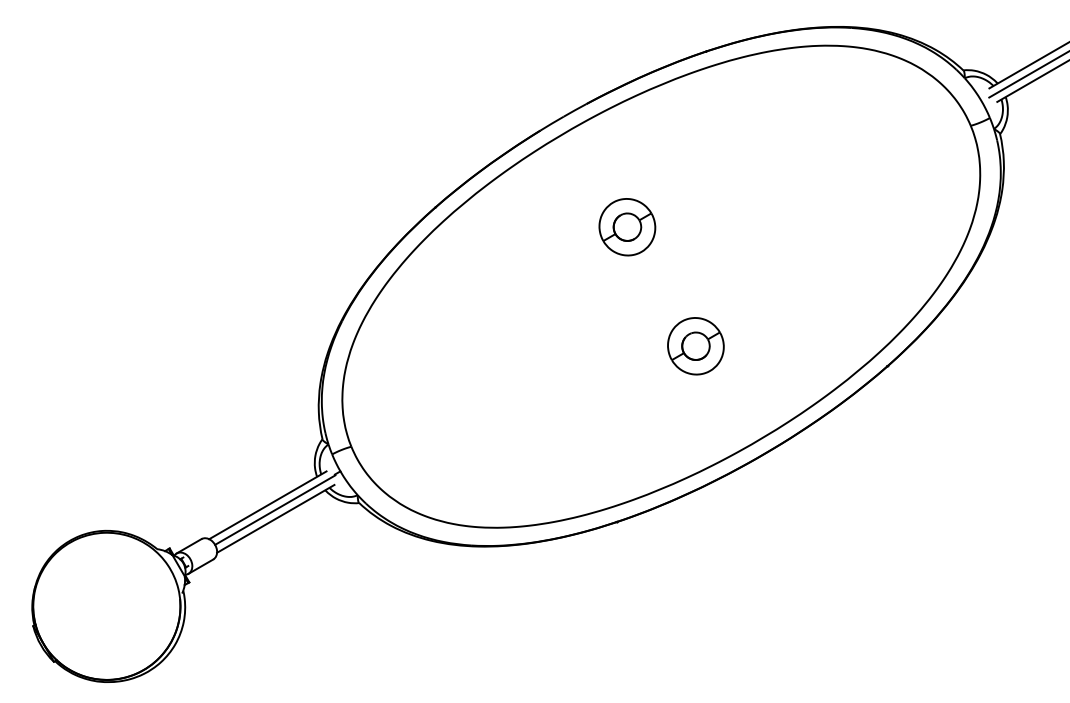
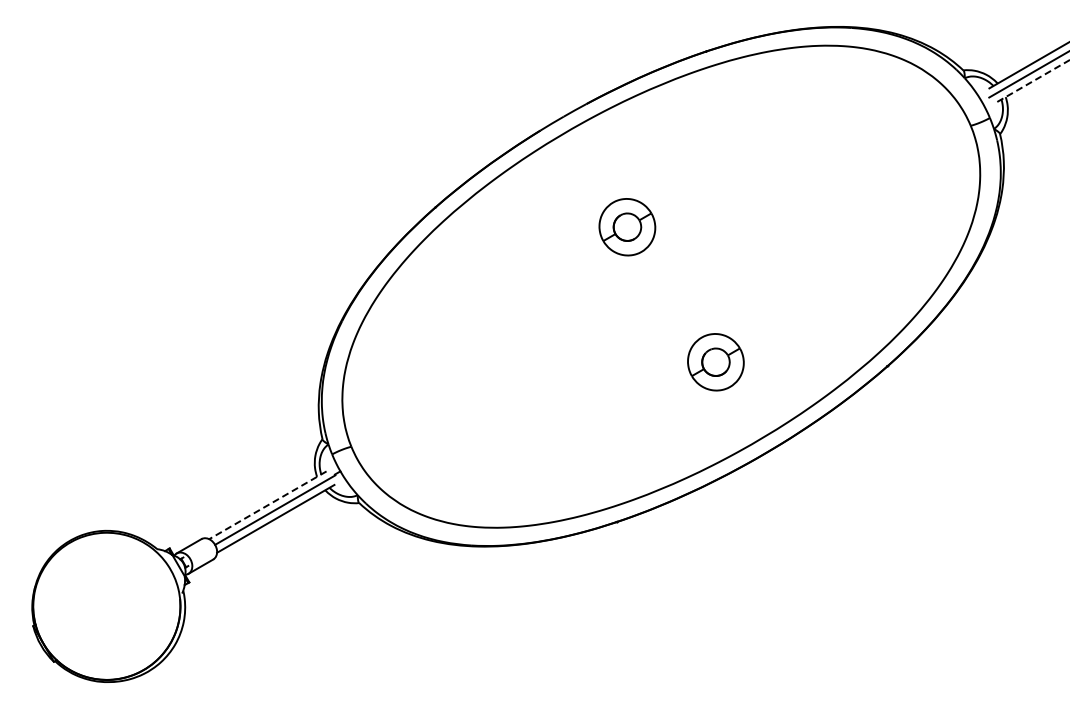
line at (1033, 80): solid -> dashed
part at (695, 346) position: (695, 346) -> (715, 362)
line at (267, 505): solid -> dashed
